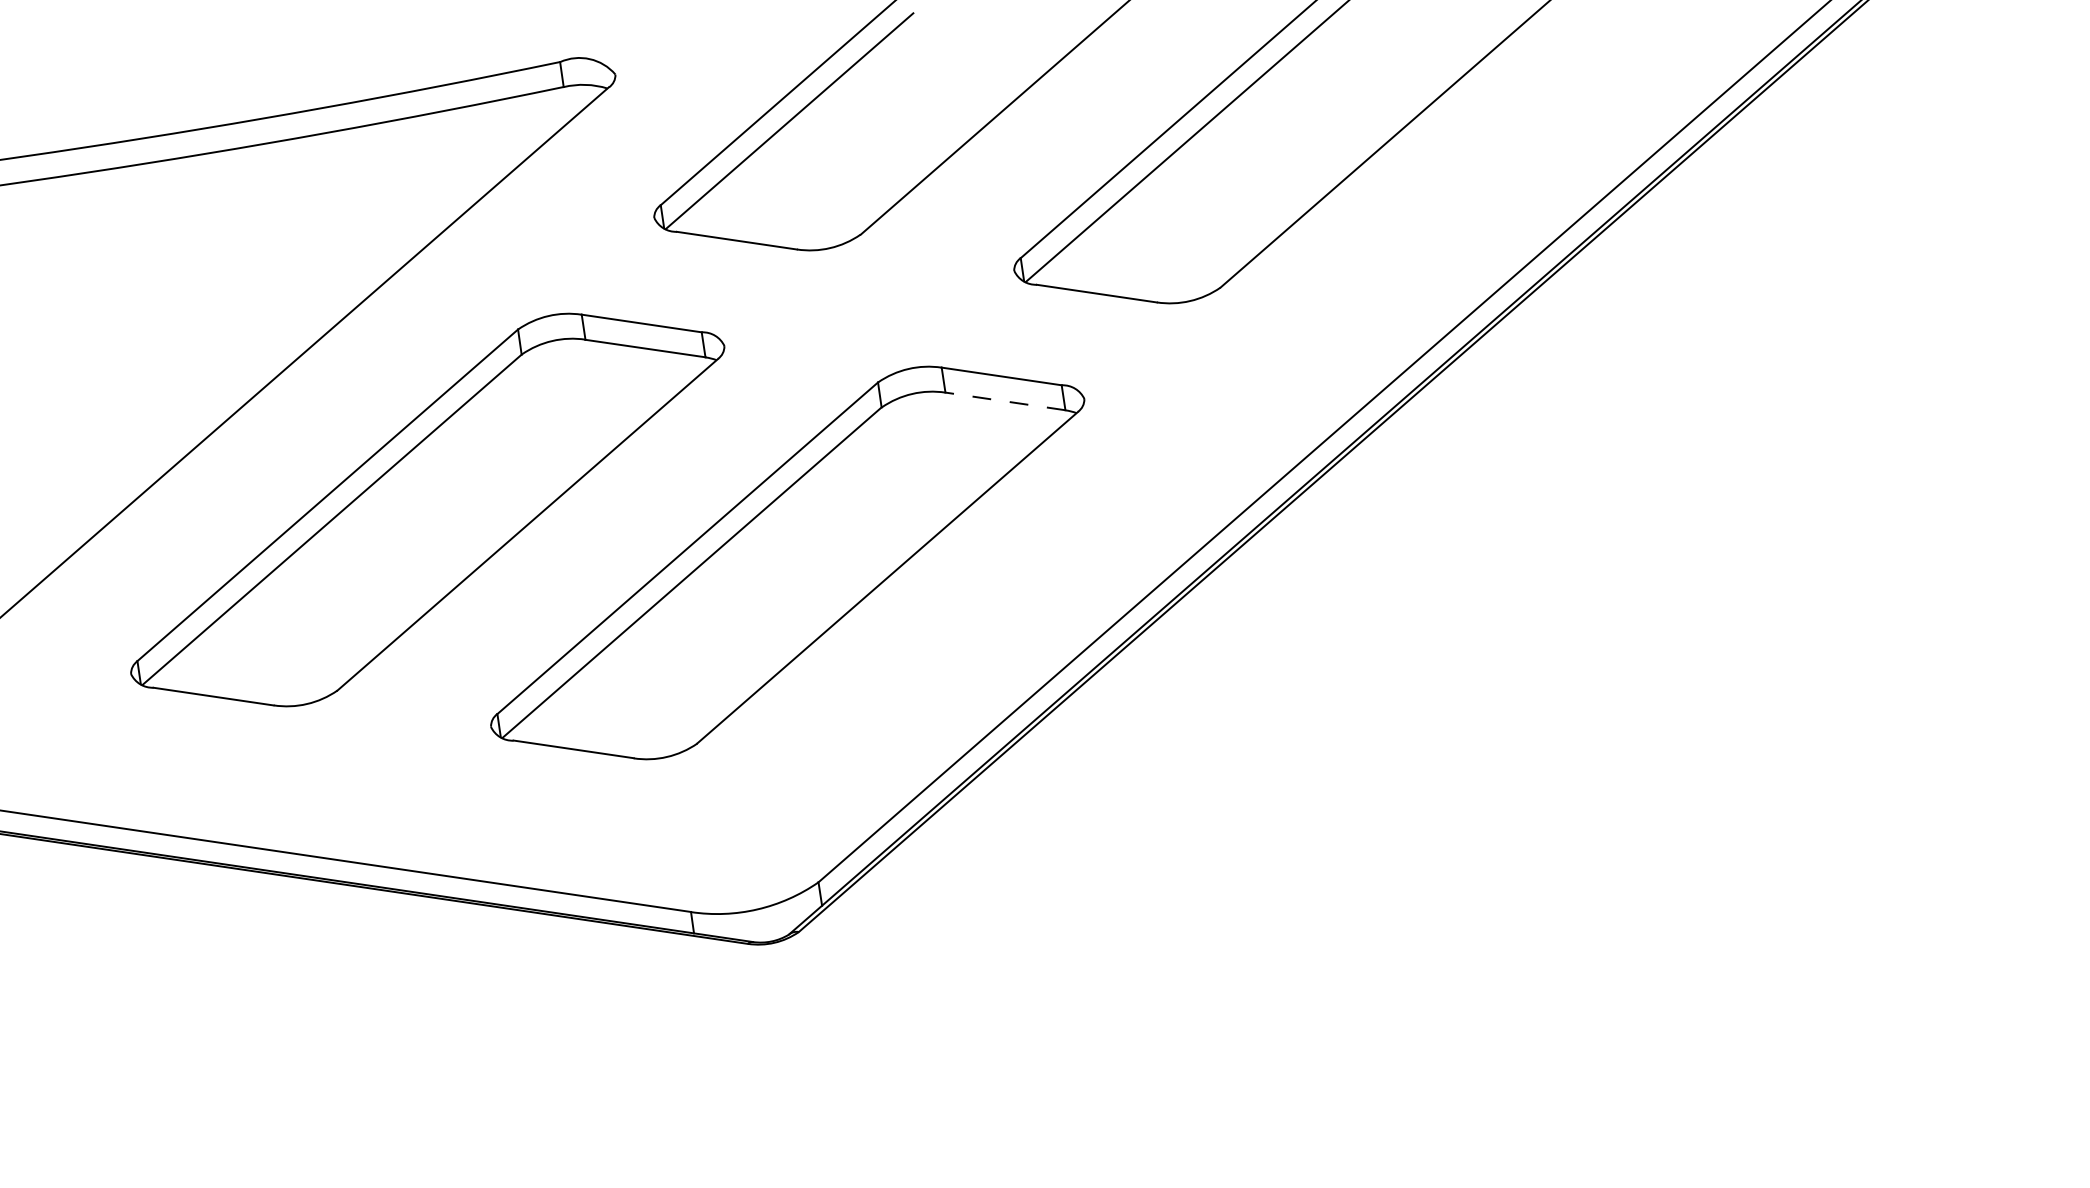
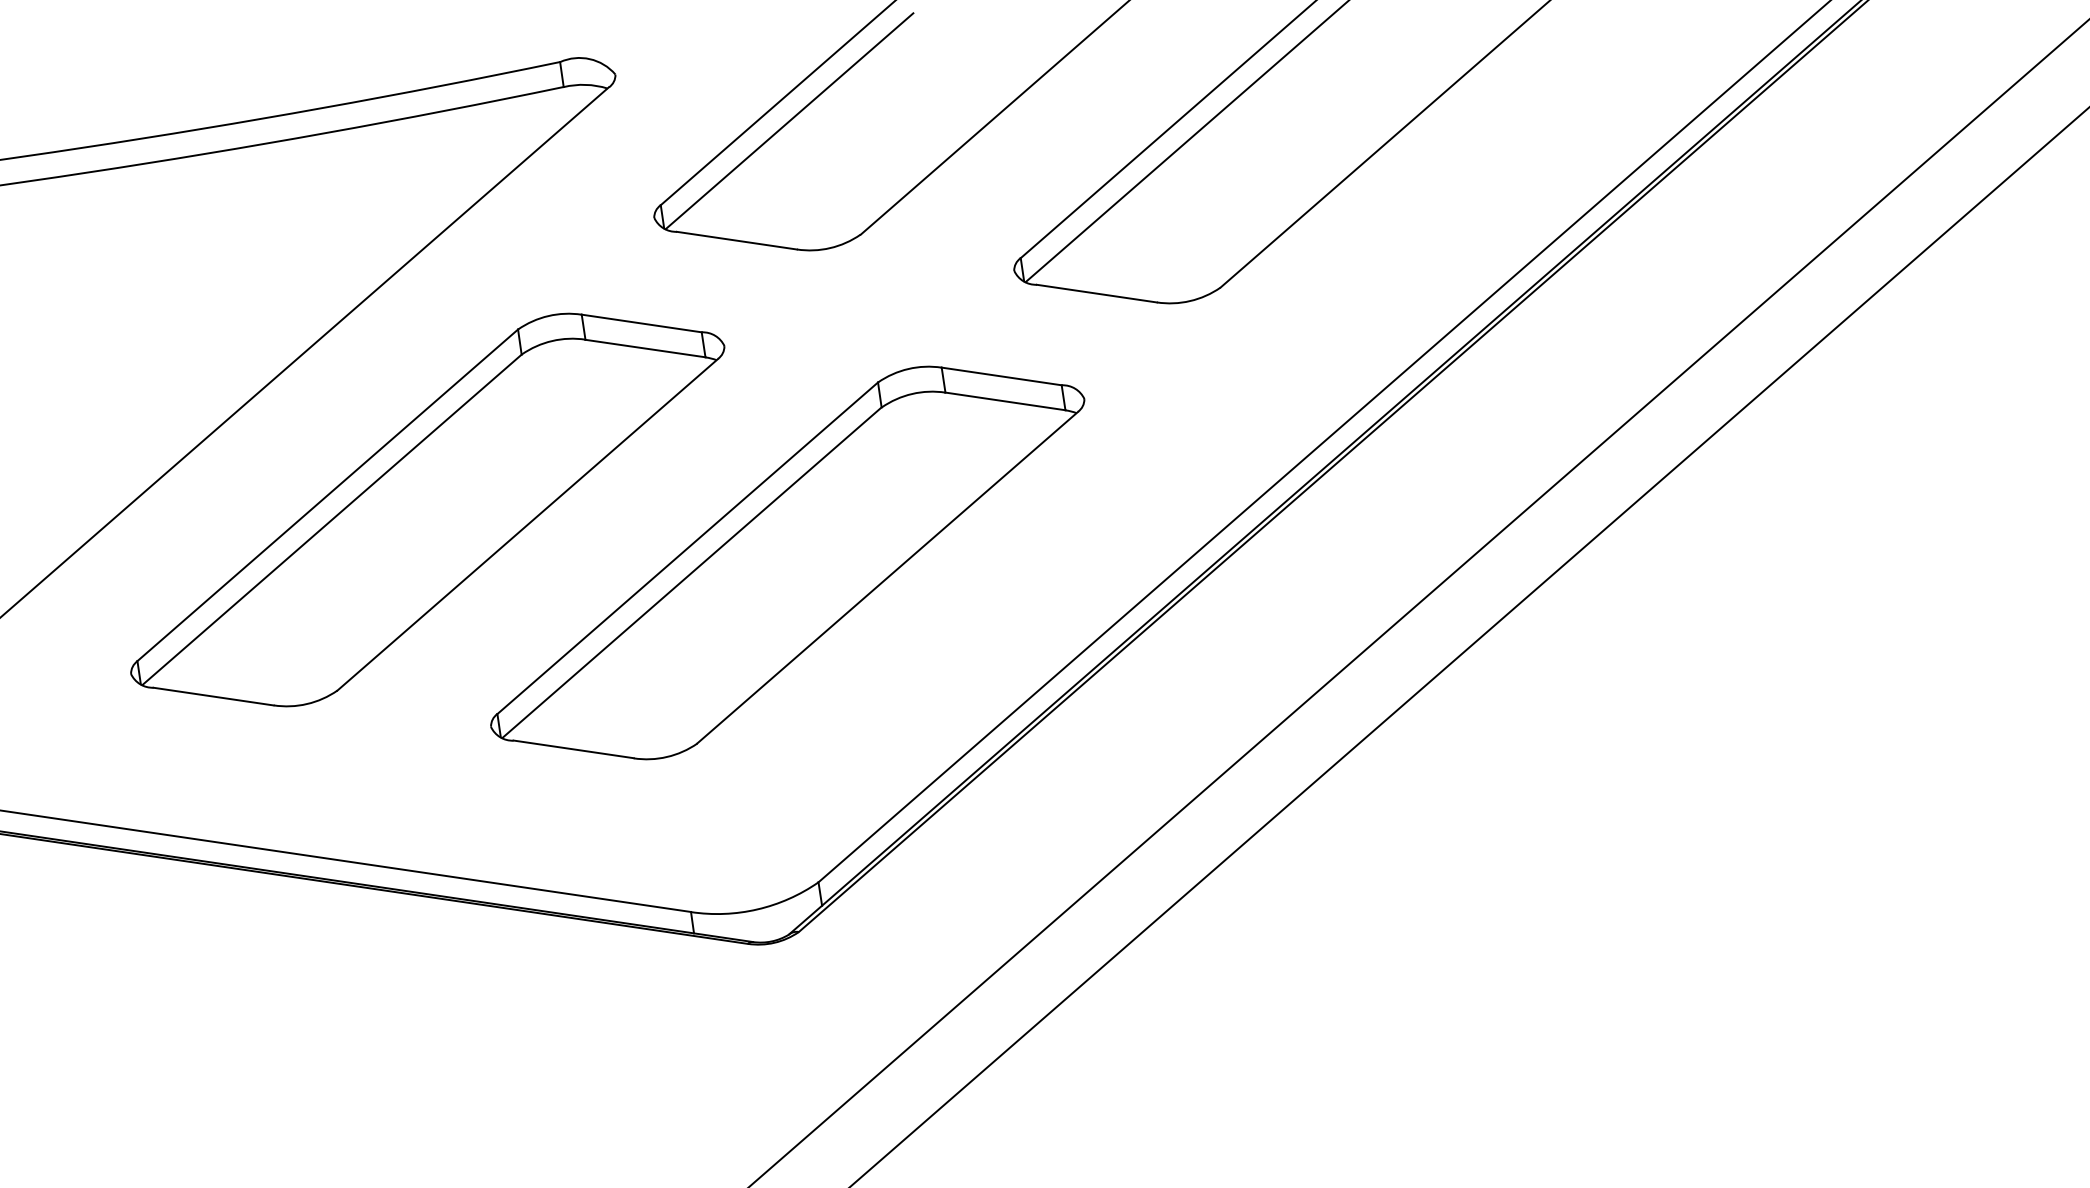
line at (1005, 401): dashed -> solid
line at (1418, 602): none -> present
line at (1469, 646): none -> present
